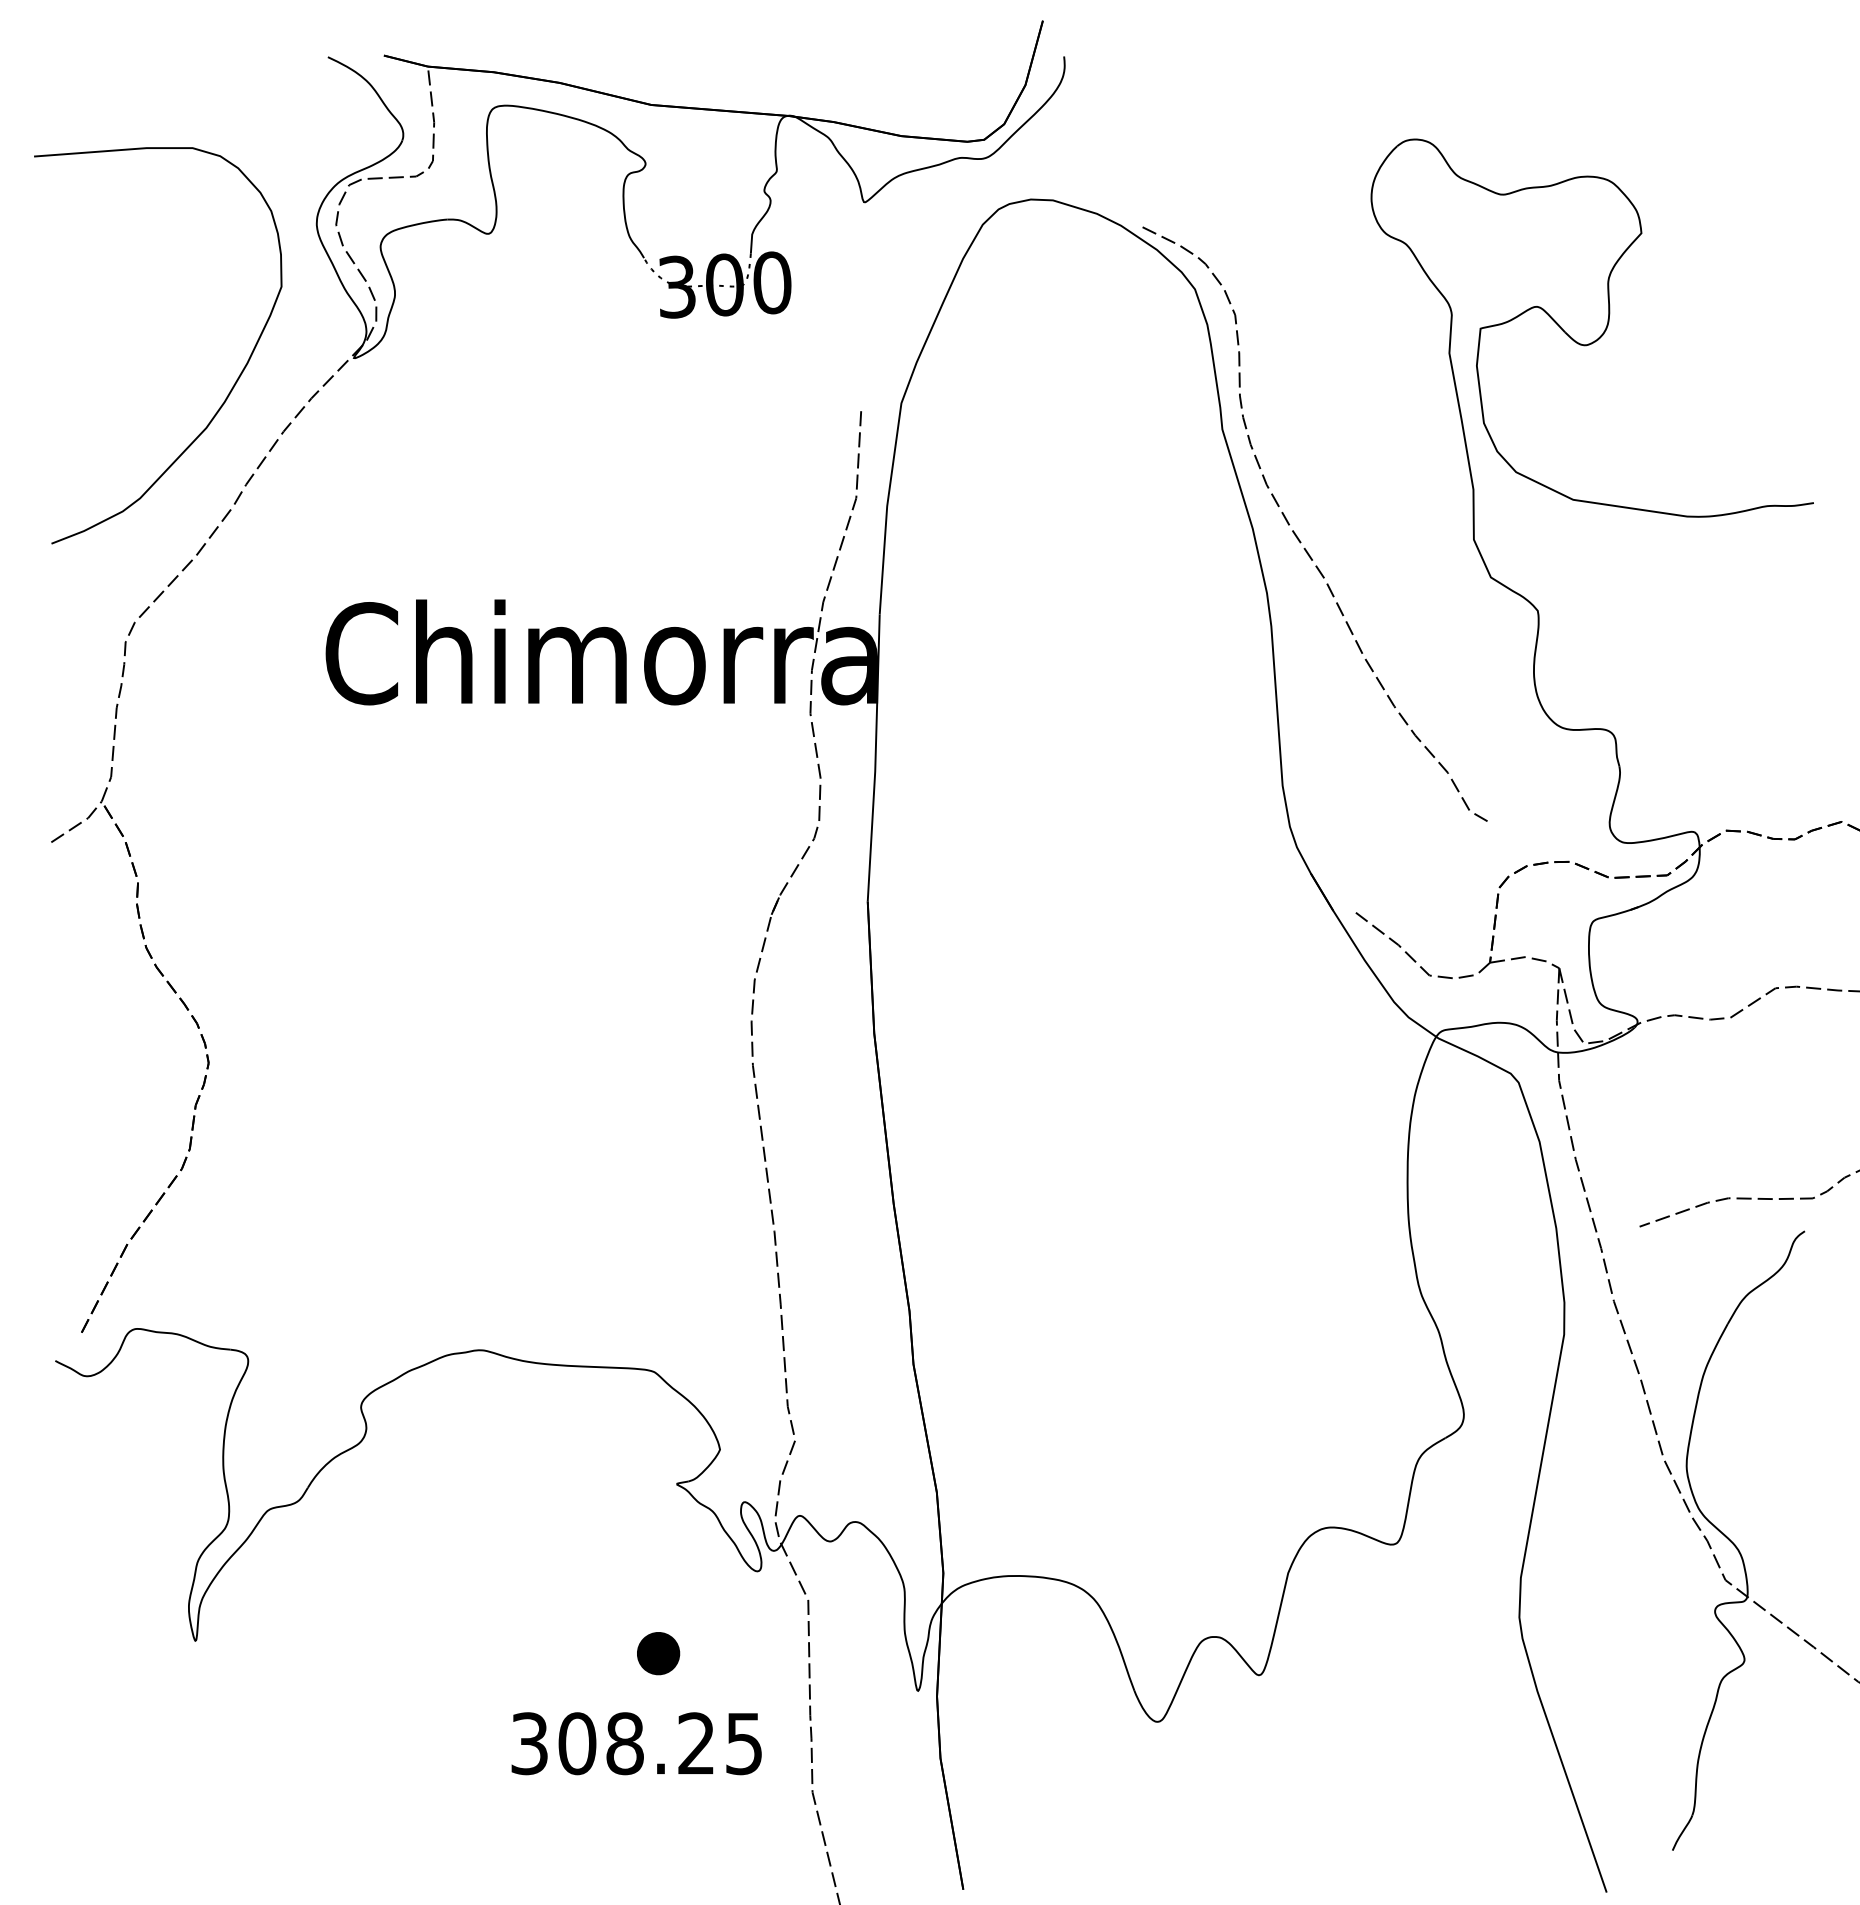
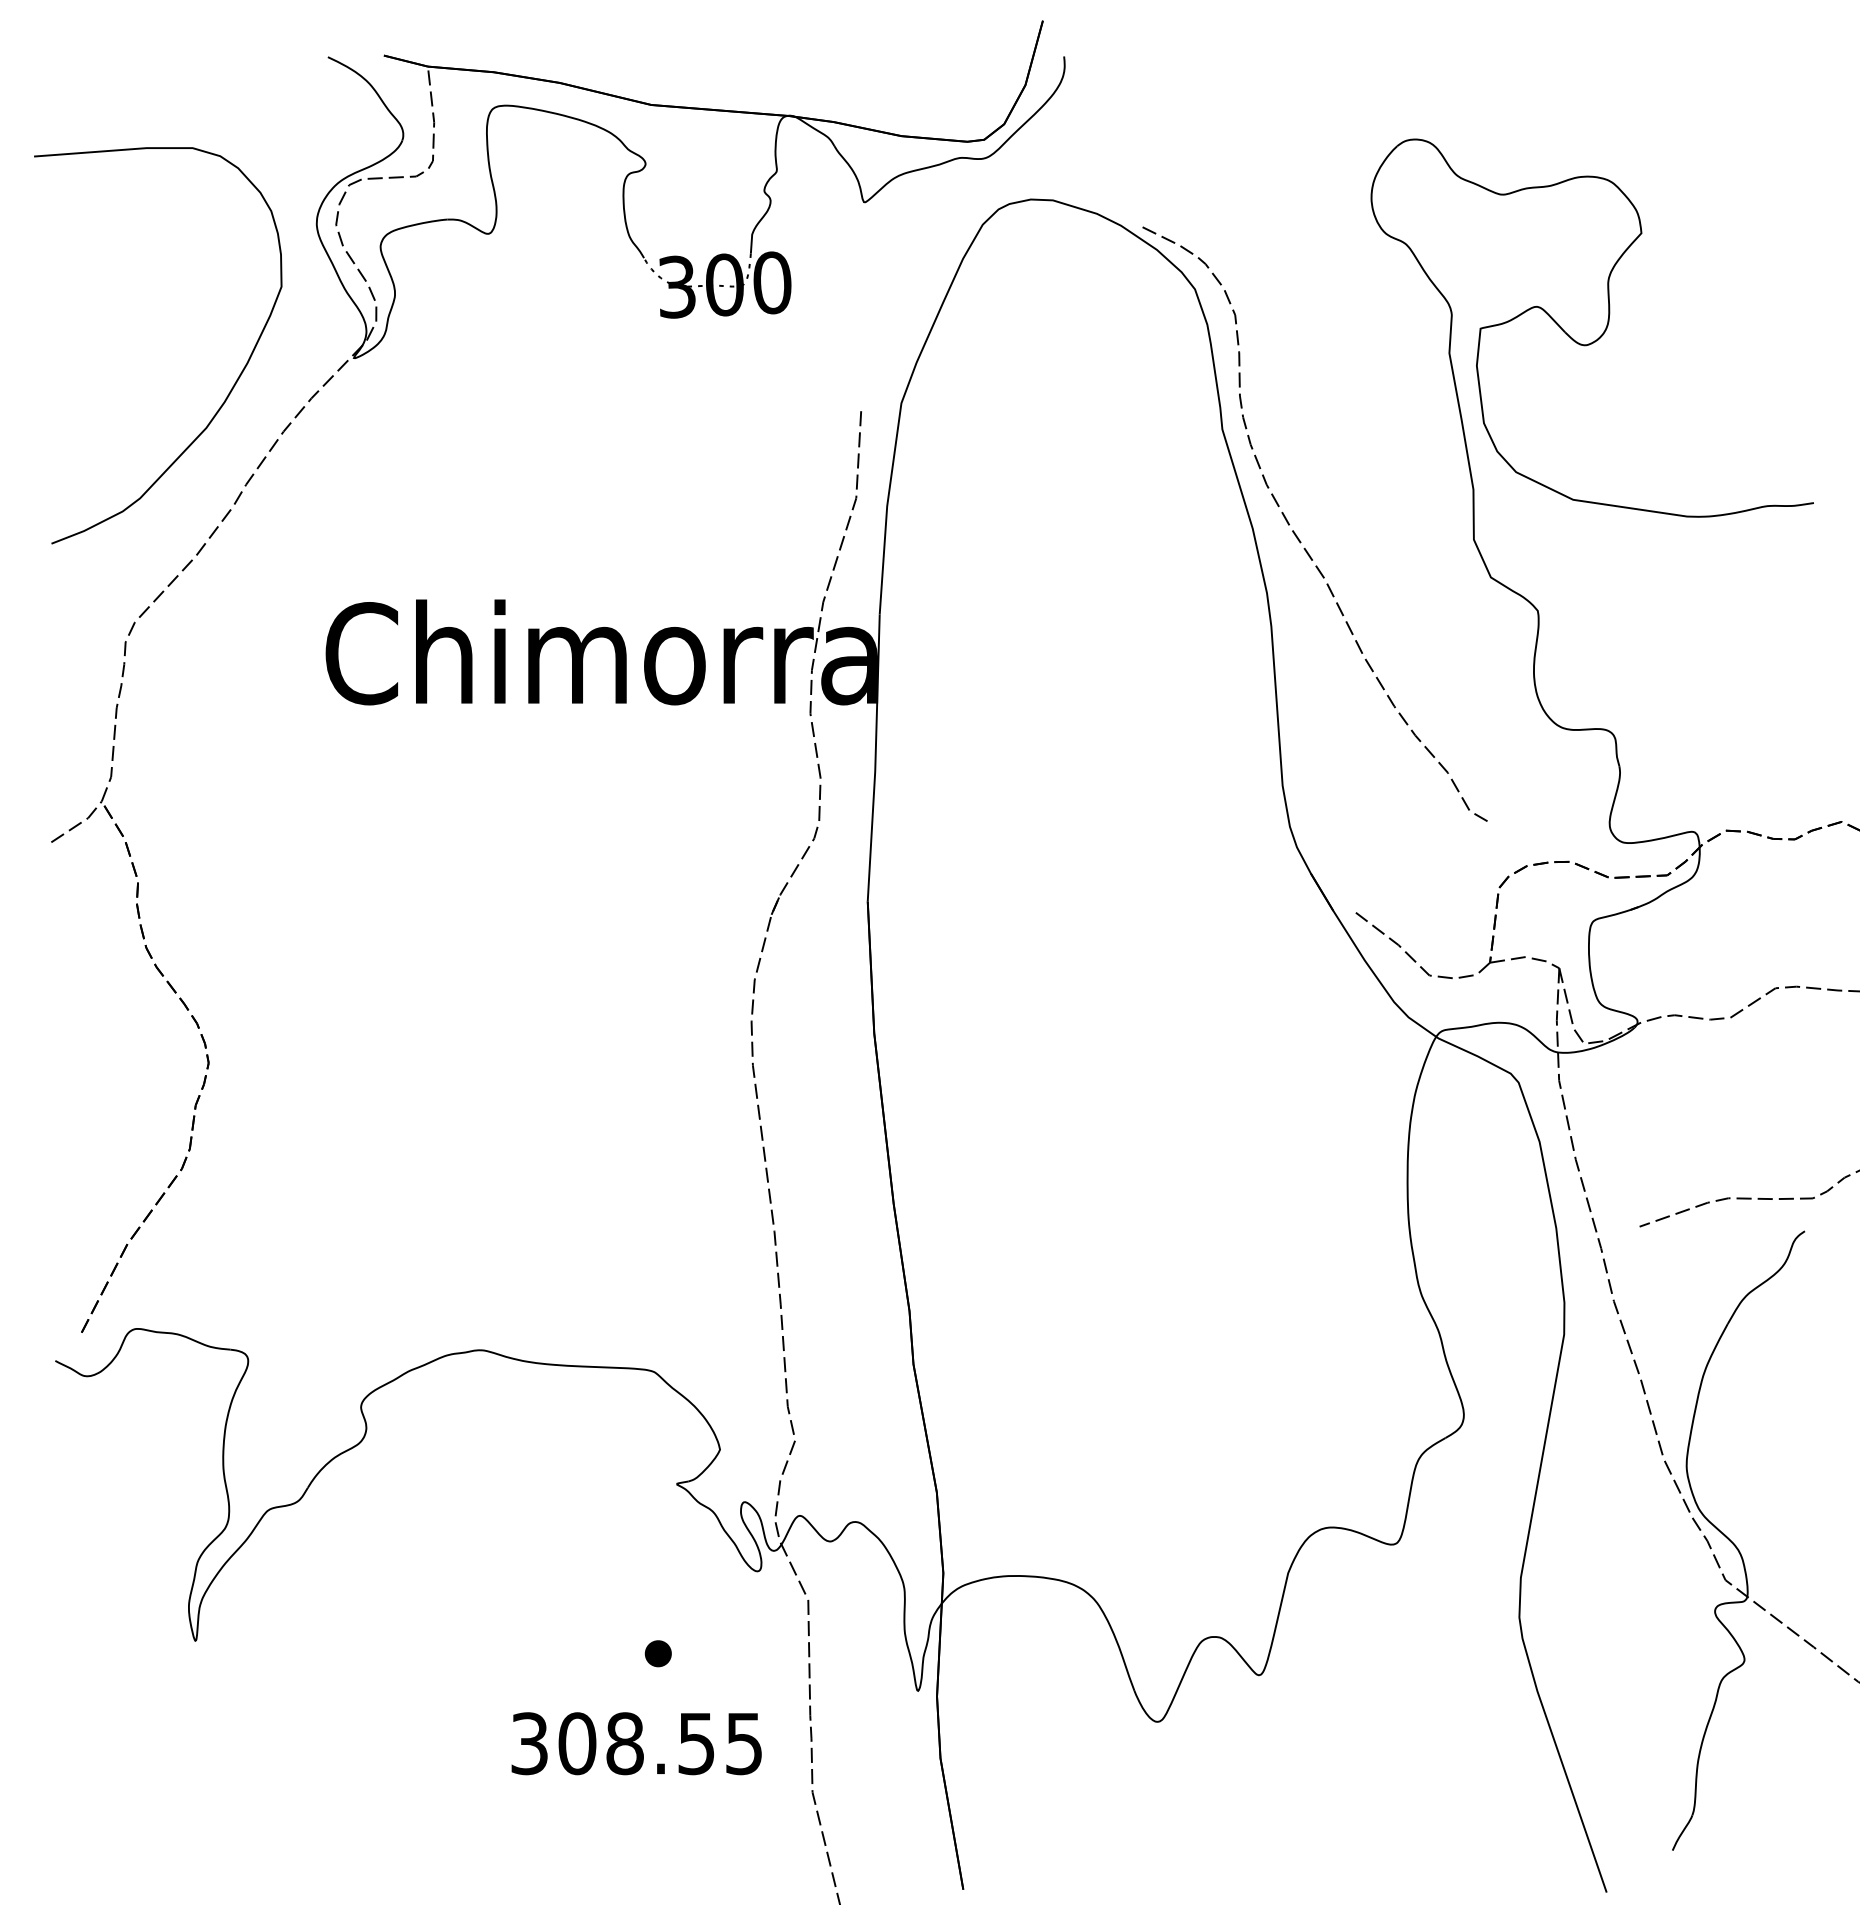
part at (658, 1653) size: 44x44 px -> 28x28 px
text at (696, 1743): 308.25 -> 308.55
